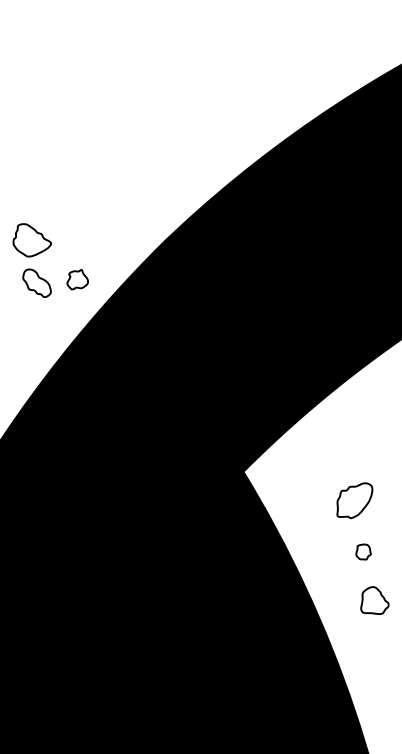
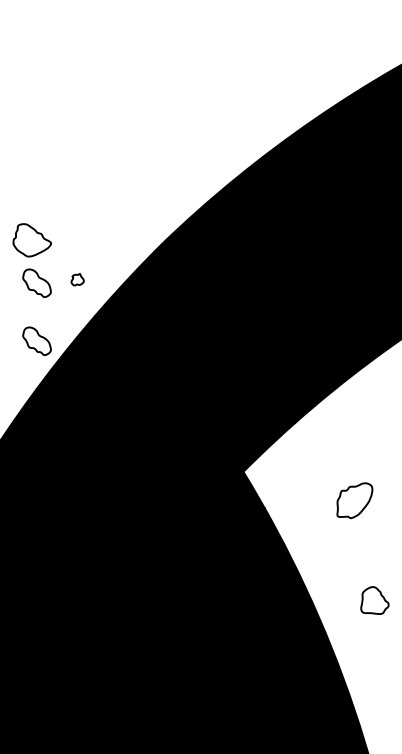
part at (77, 279) size: 23x22 px -> 15x14 px
part at (36, 340): none -> present
part at (363, 551): present -> none
